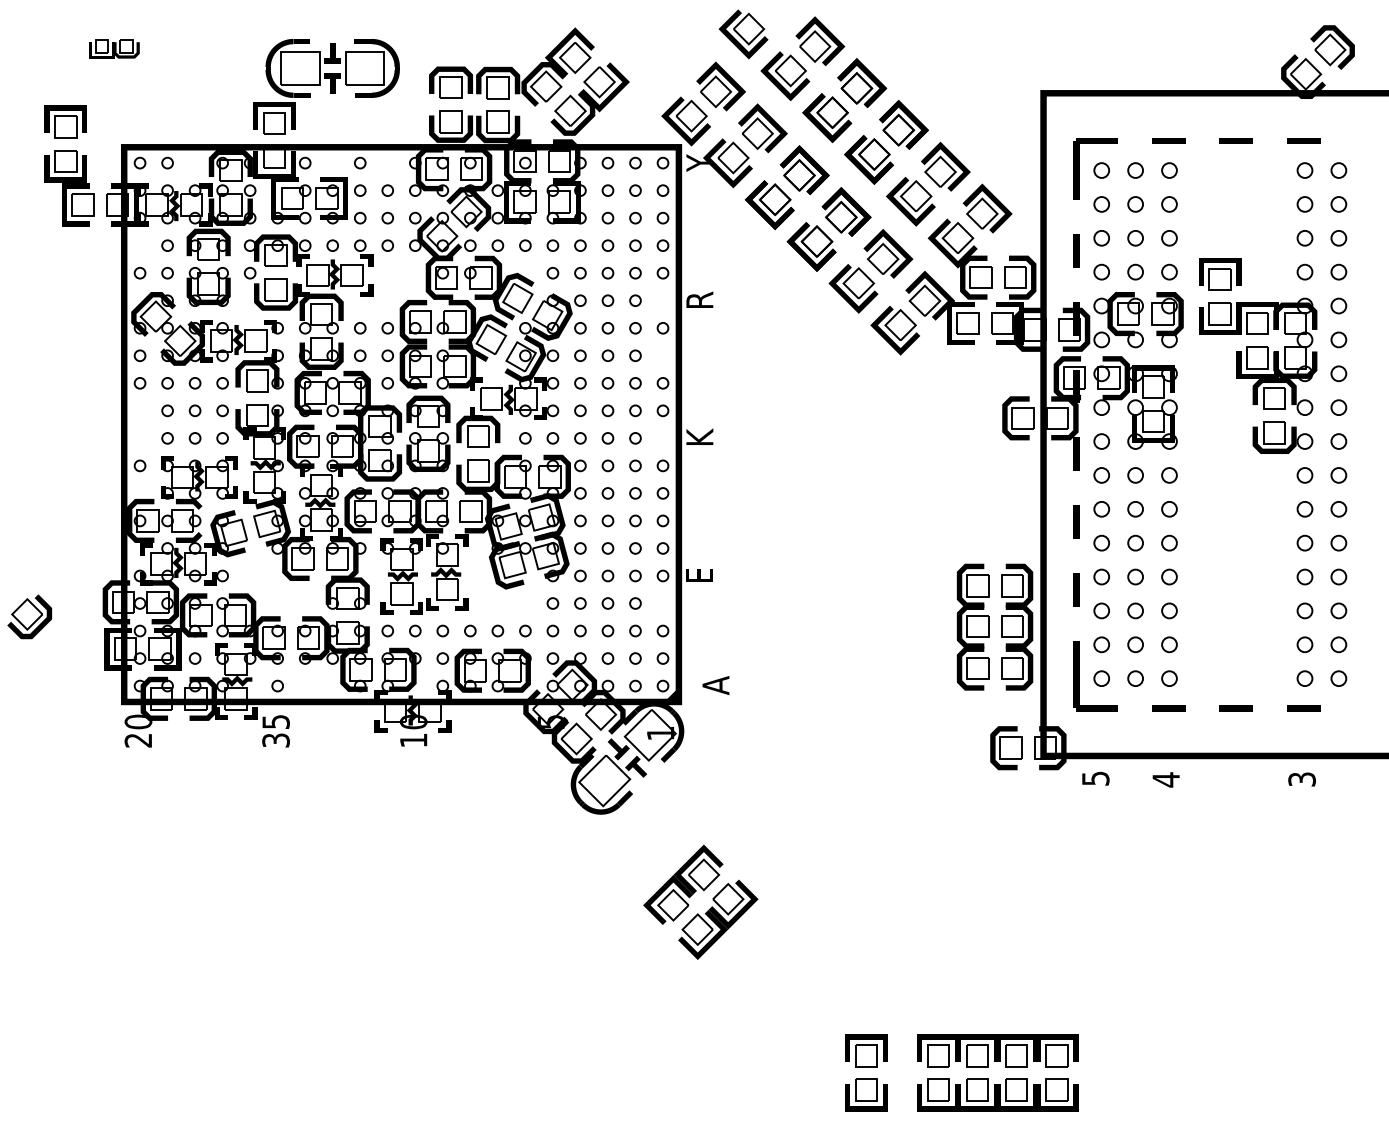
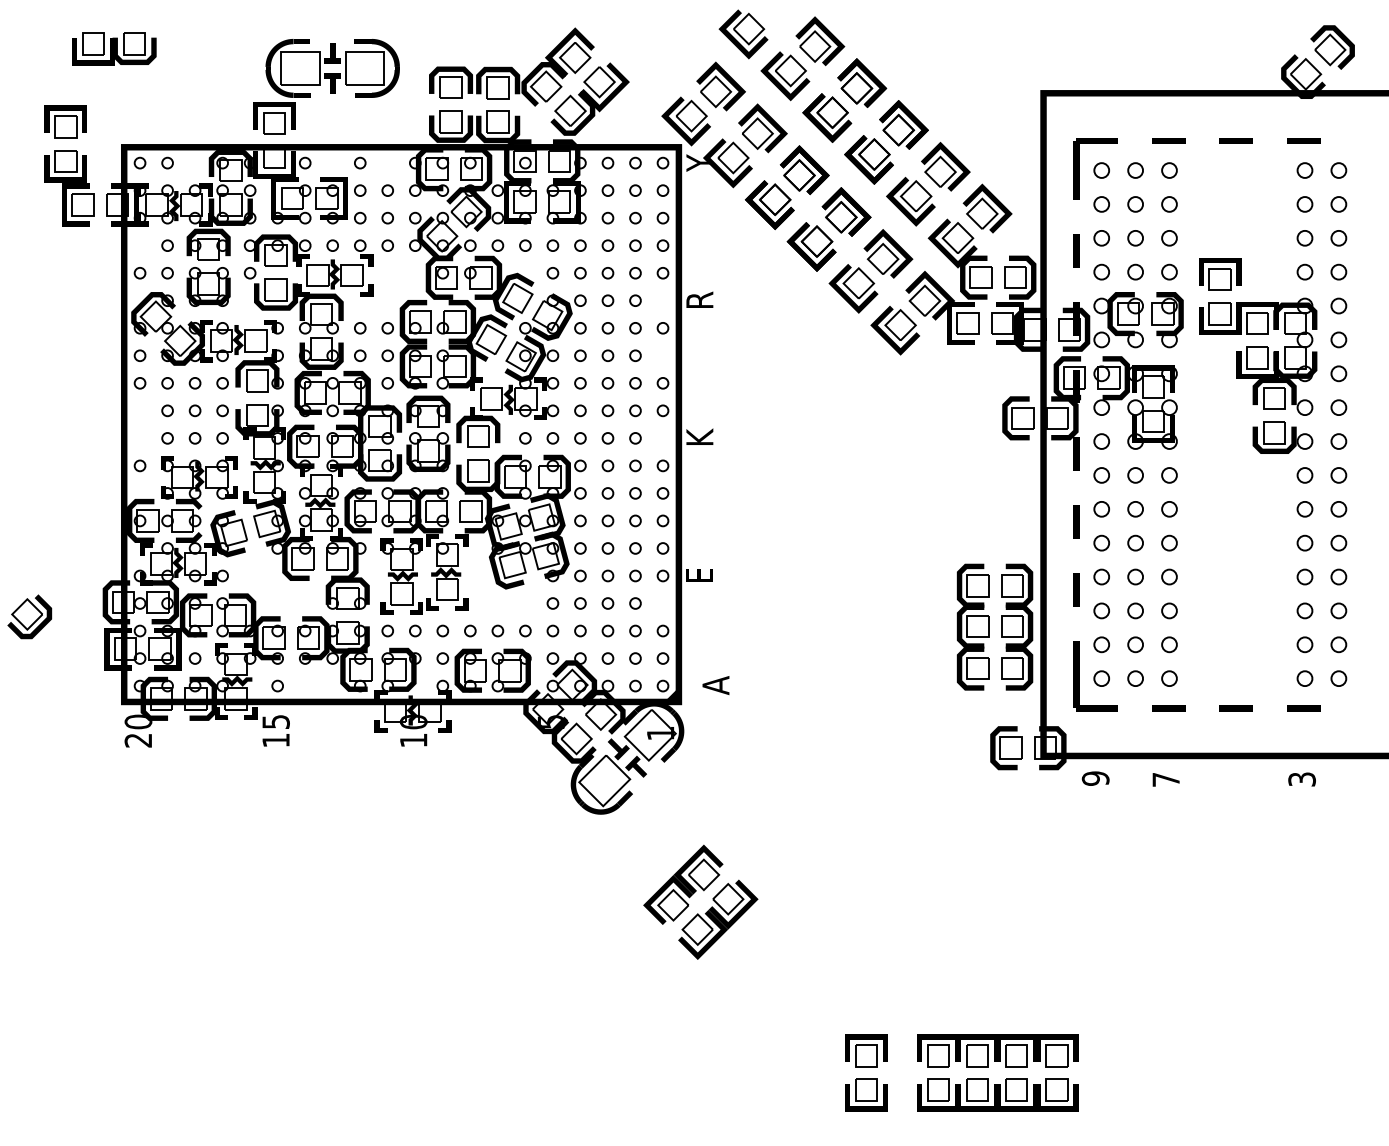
part at (114, 48) size: 51x20 px -> 85x34 px
text at (275, 740): 35 -> 15
text at (1095, 778): 5 -> 9
text at (1165, 779): 4 -> 7
